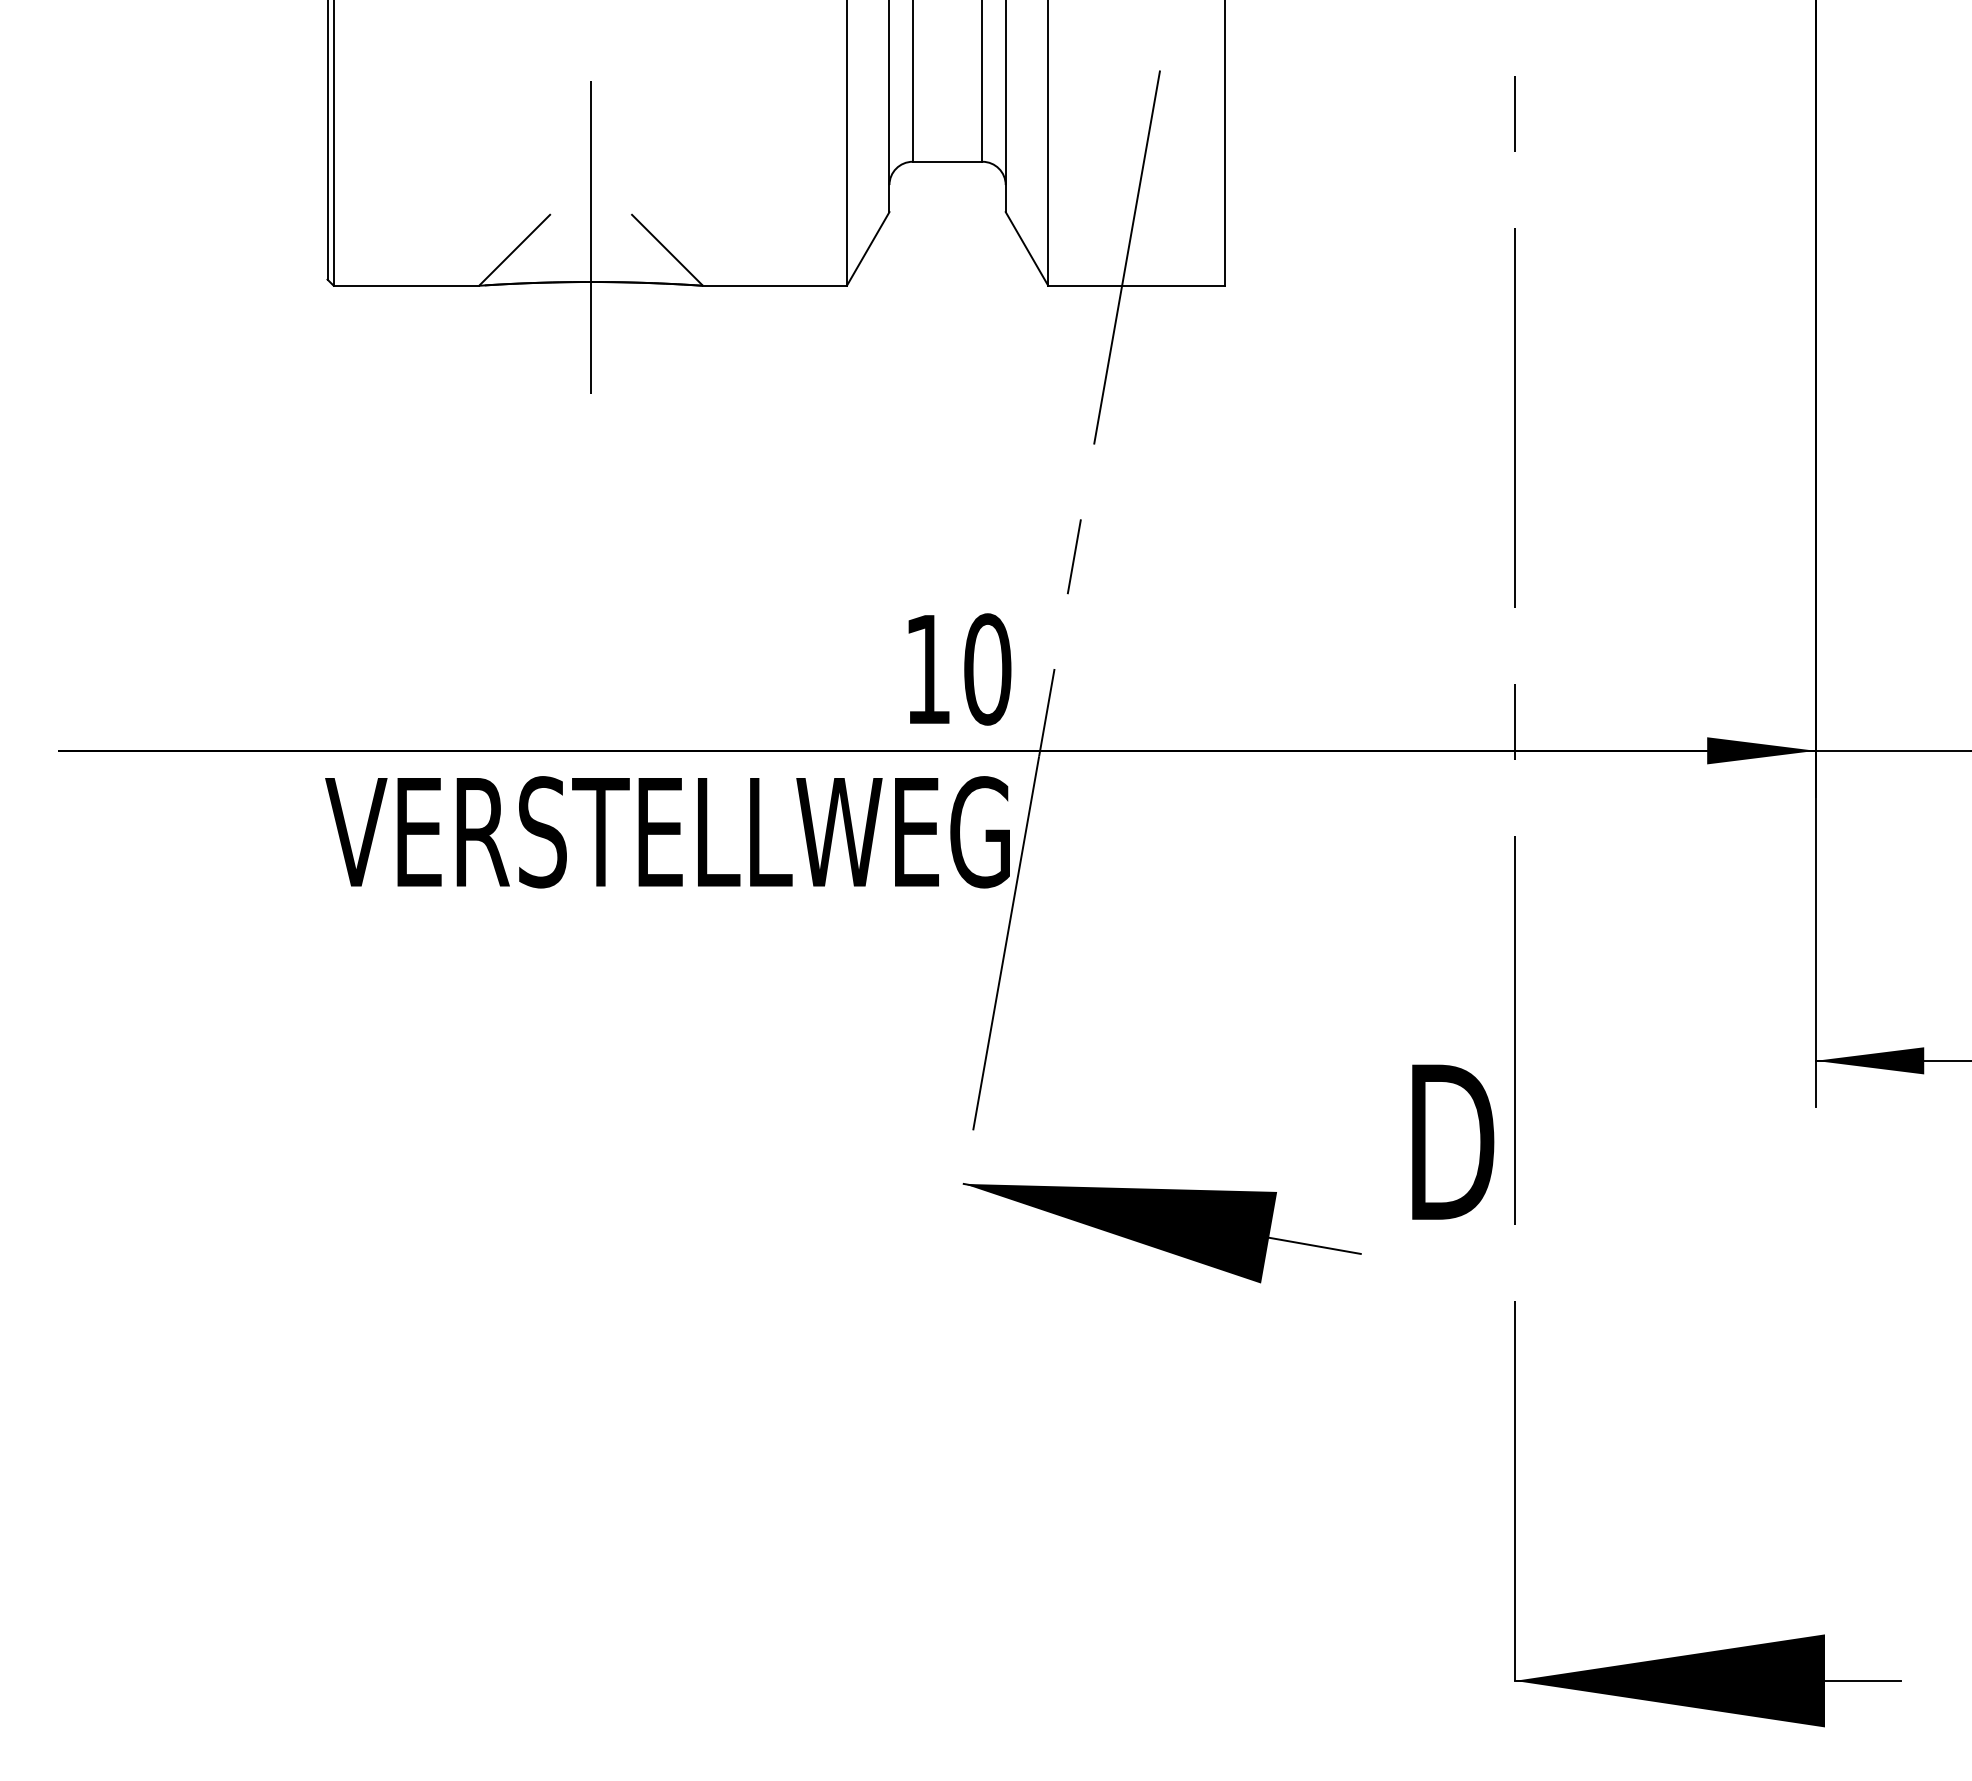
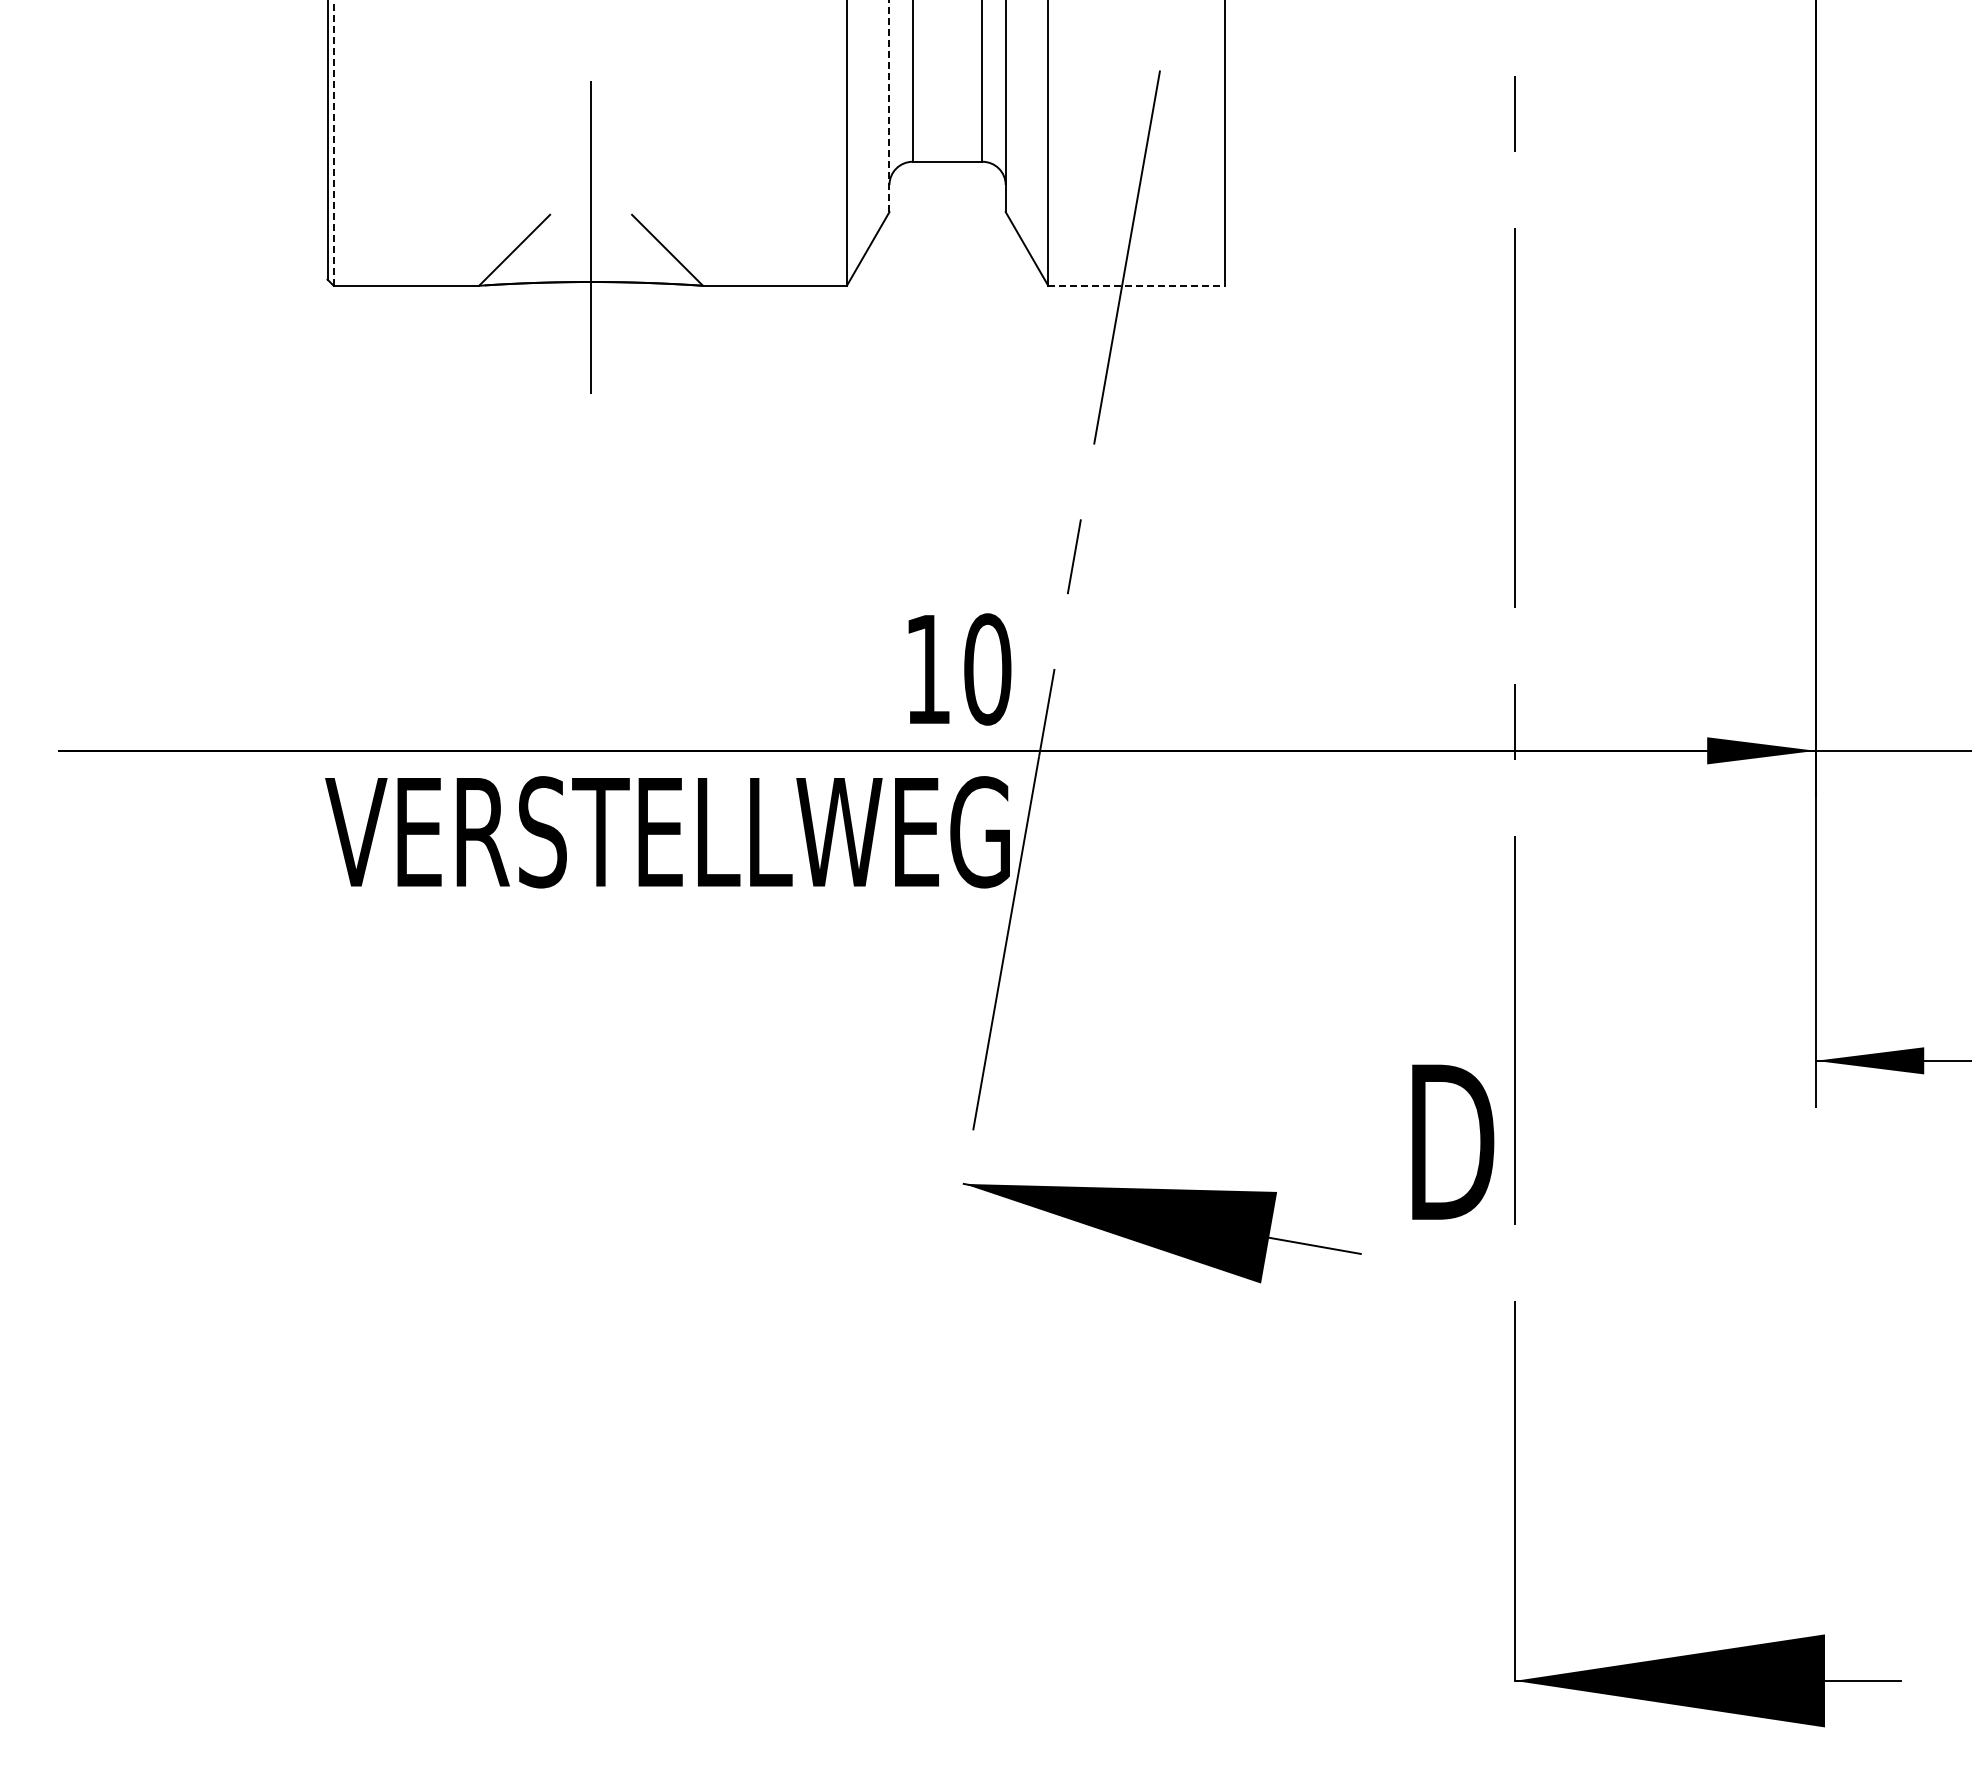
line at (889, 106): solid -> dashed
line at (333, 142): solid -> dashed
line at (1137, 285): solid -> dashed
